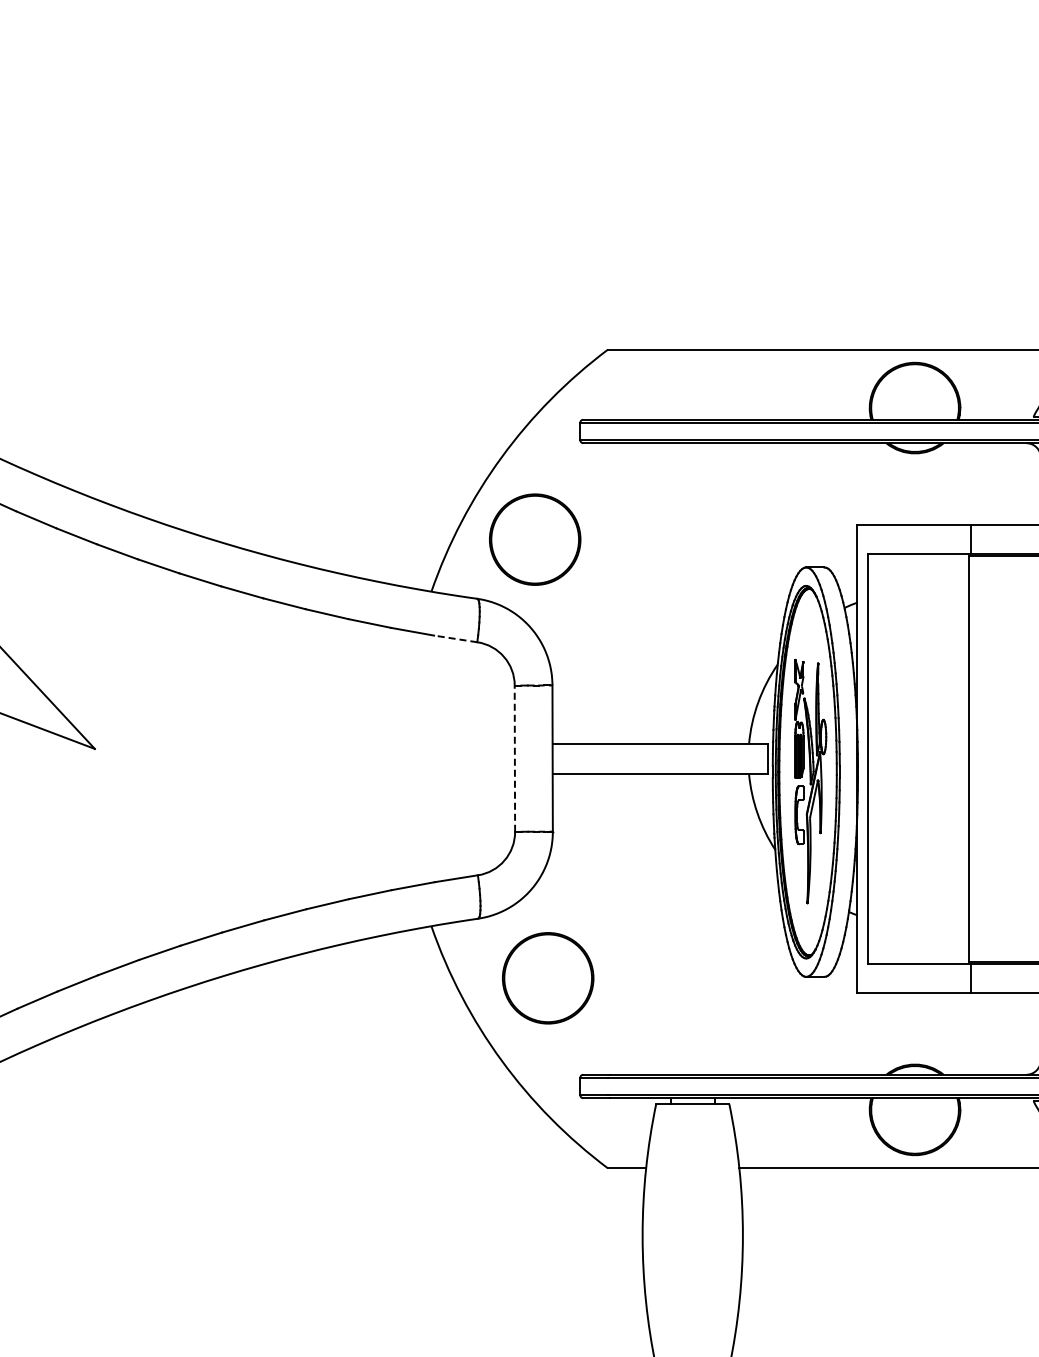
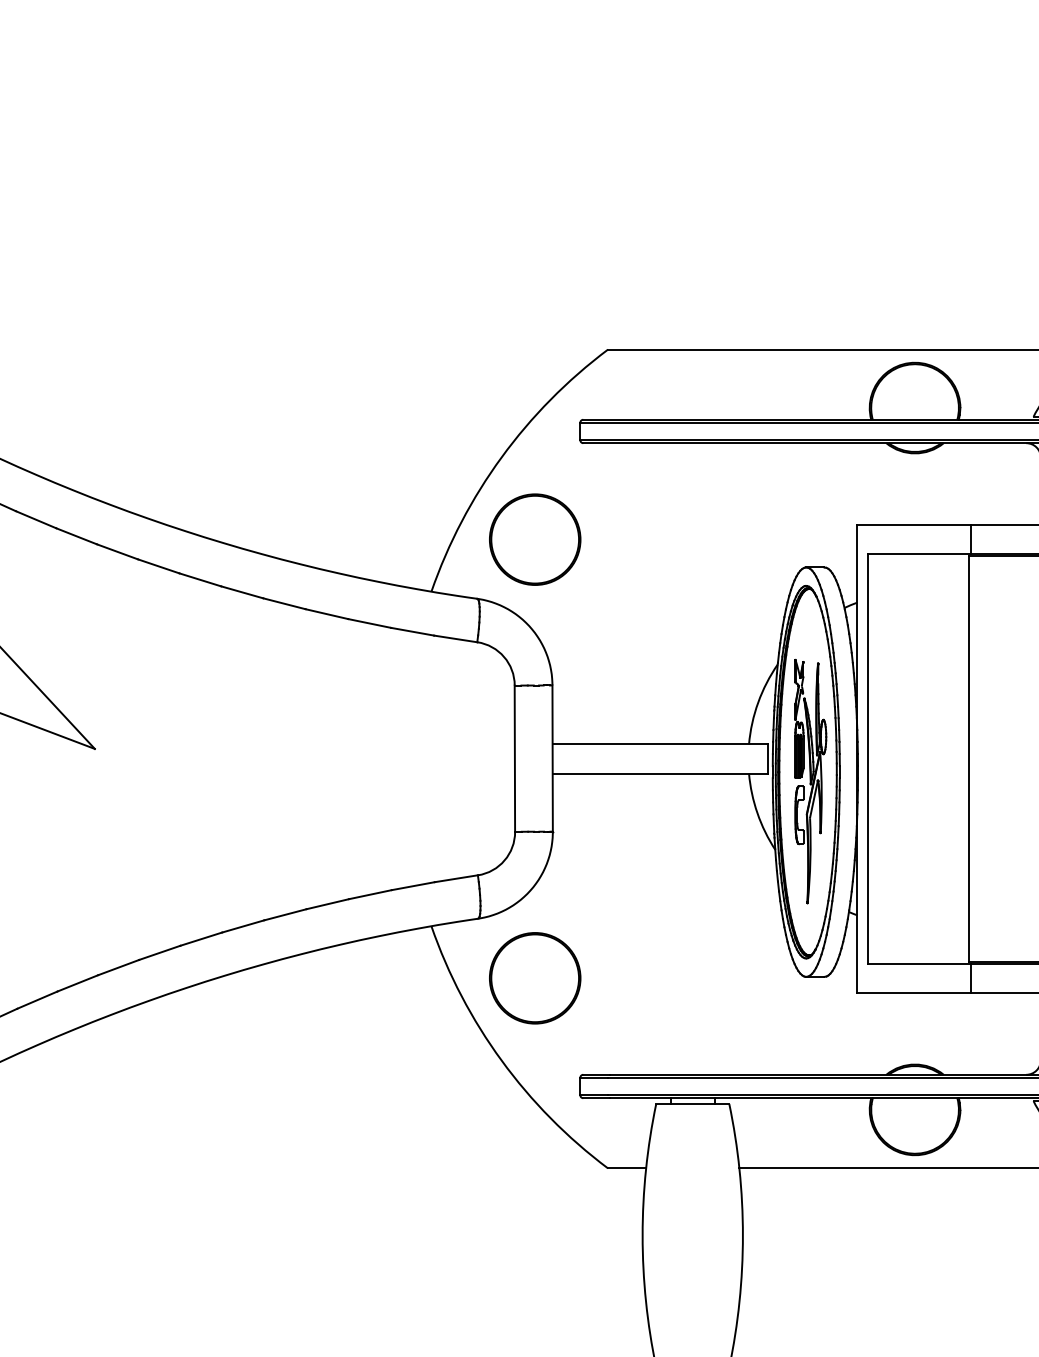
line at (455, 638): dashed -> solid
line at (514, 758): dashed -> solid
part at (548, 978) position: (548, 978) -> (535, 978)
